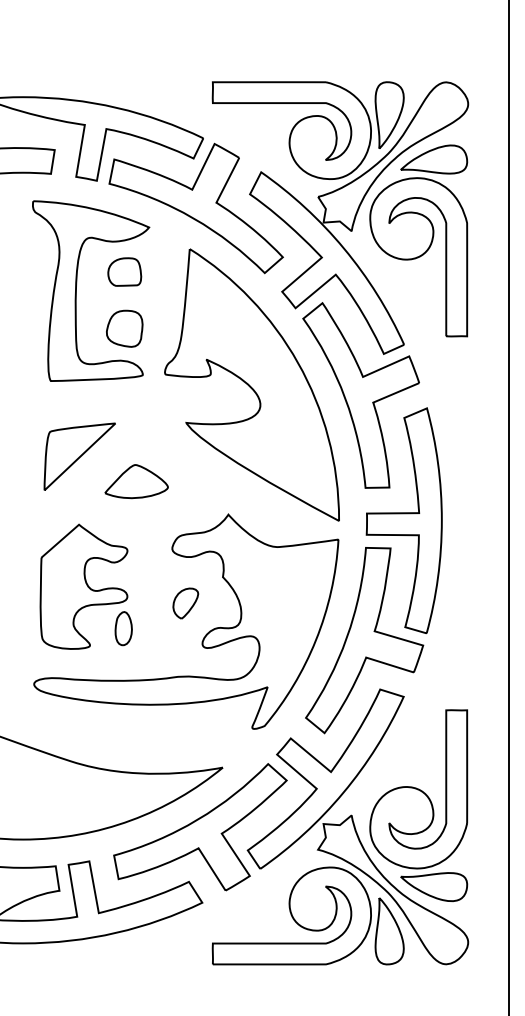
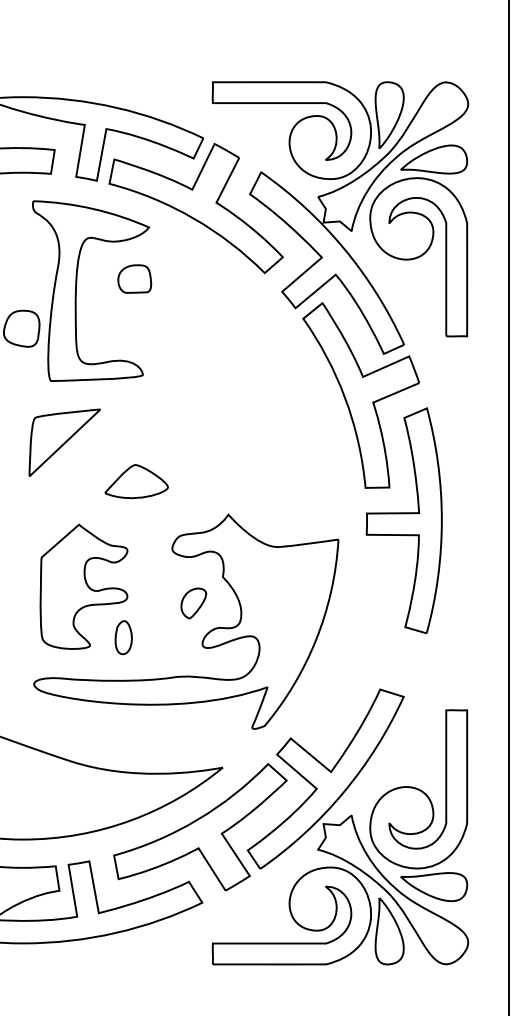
part at (124, 271) position: (124, 271) -> (134, 278)
part at (124, 328) position: (124, 328) -> (21, 328)
part at (251, 384): present -> none
part at (79, 456) position: (79, 456) -> (64, 442)
part at (185, 603) position: (185, 603) -> (193, 603)
part at (123, 628) position: (123, 628) -> (123, 637)
part at (364, 640): present -> none
